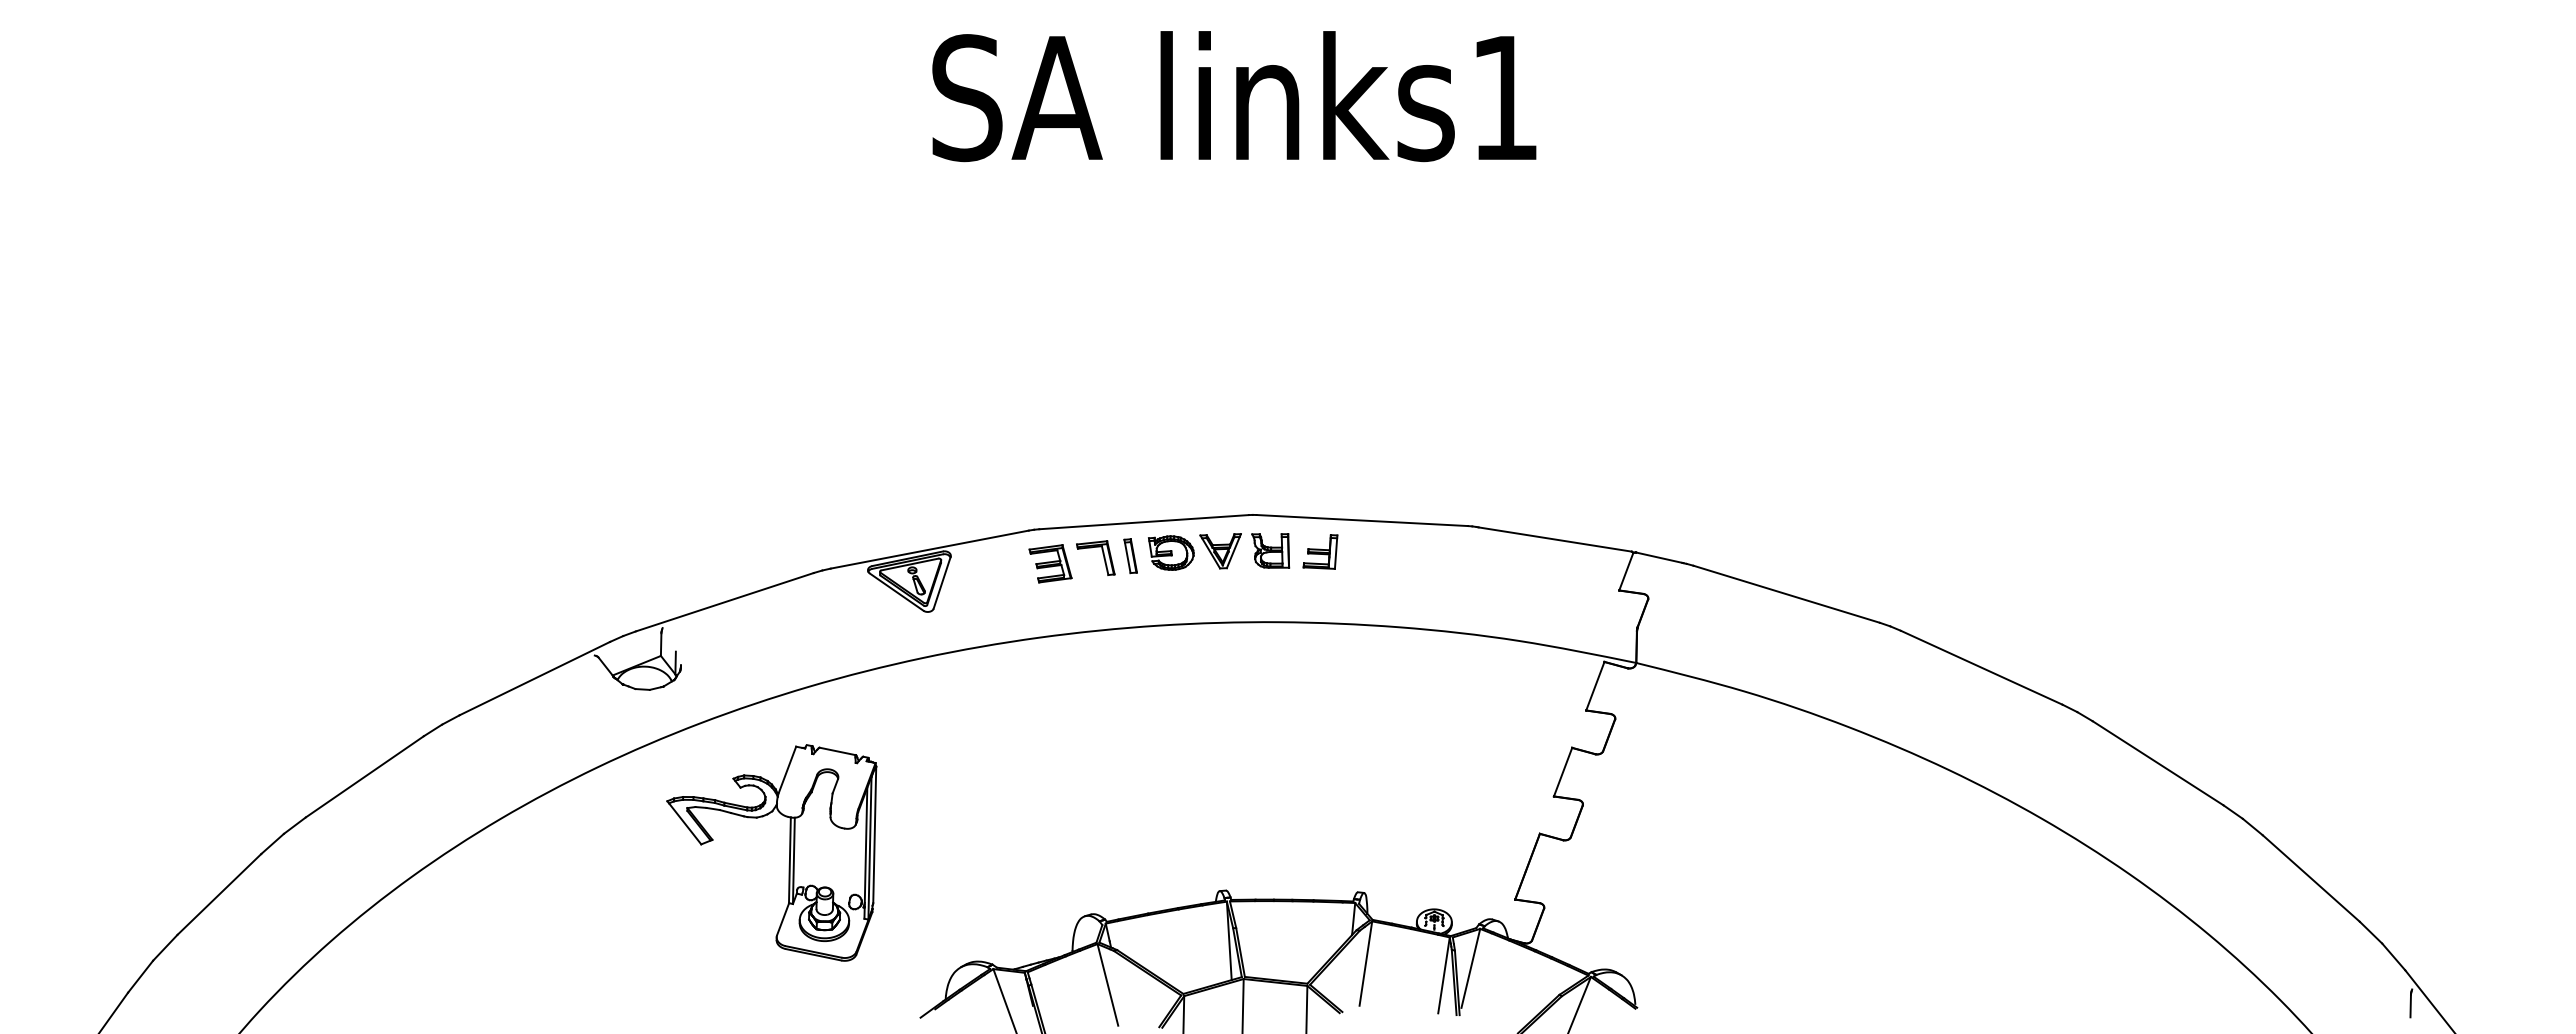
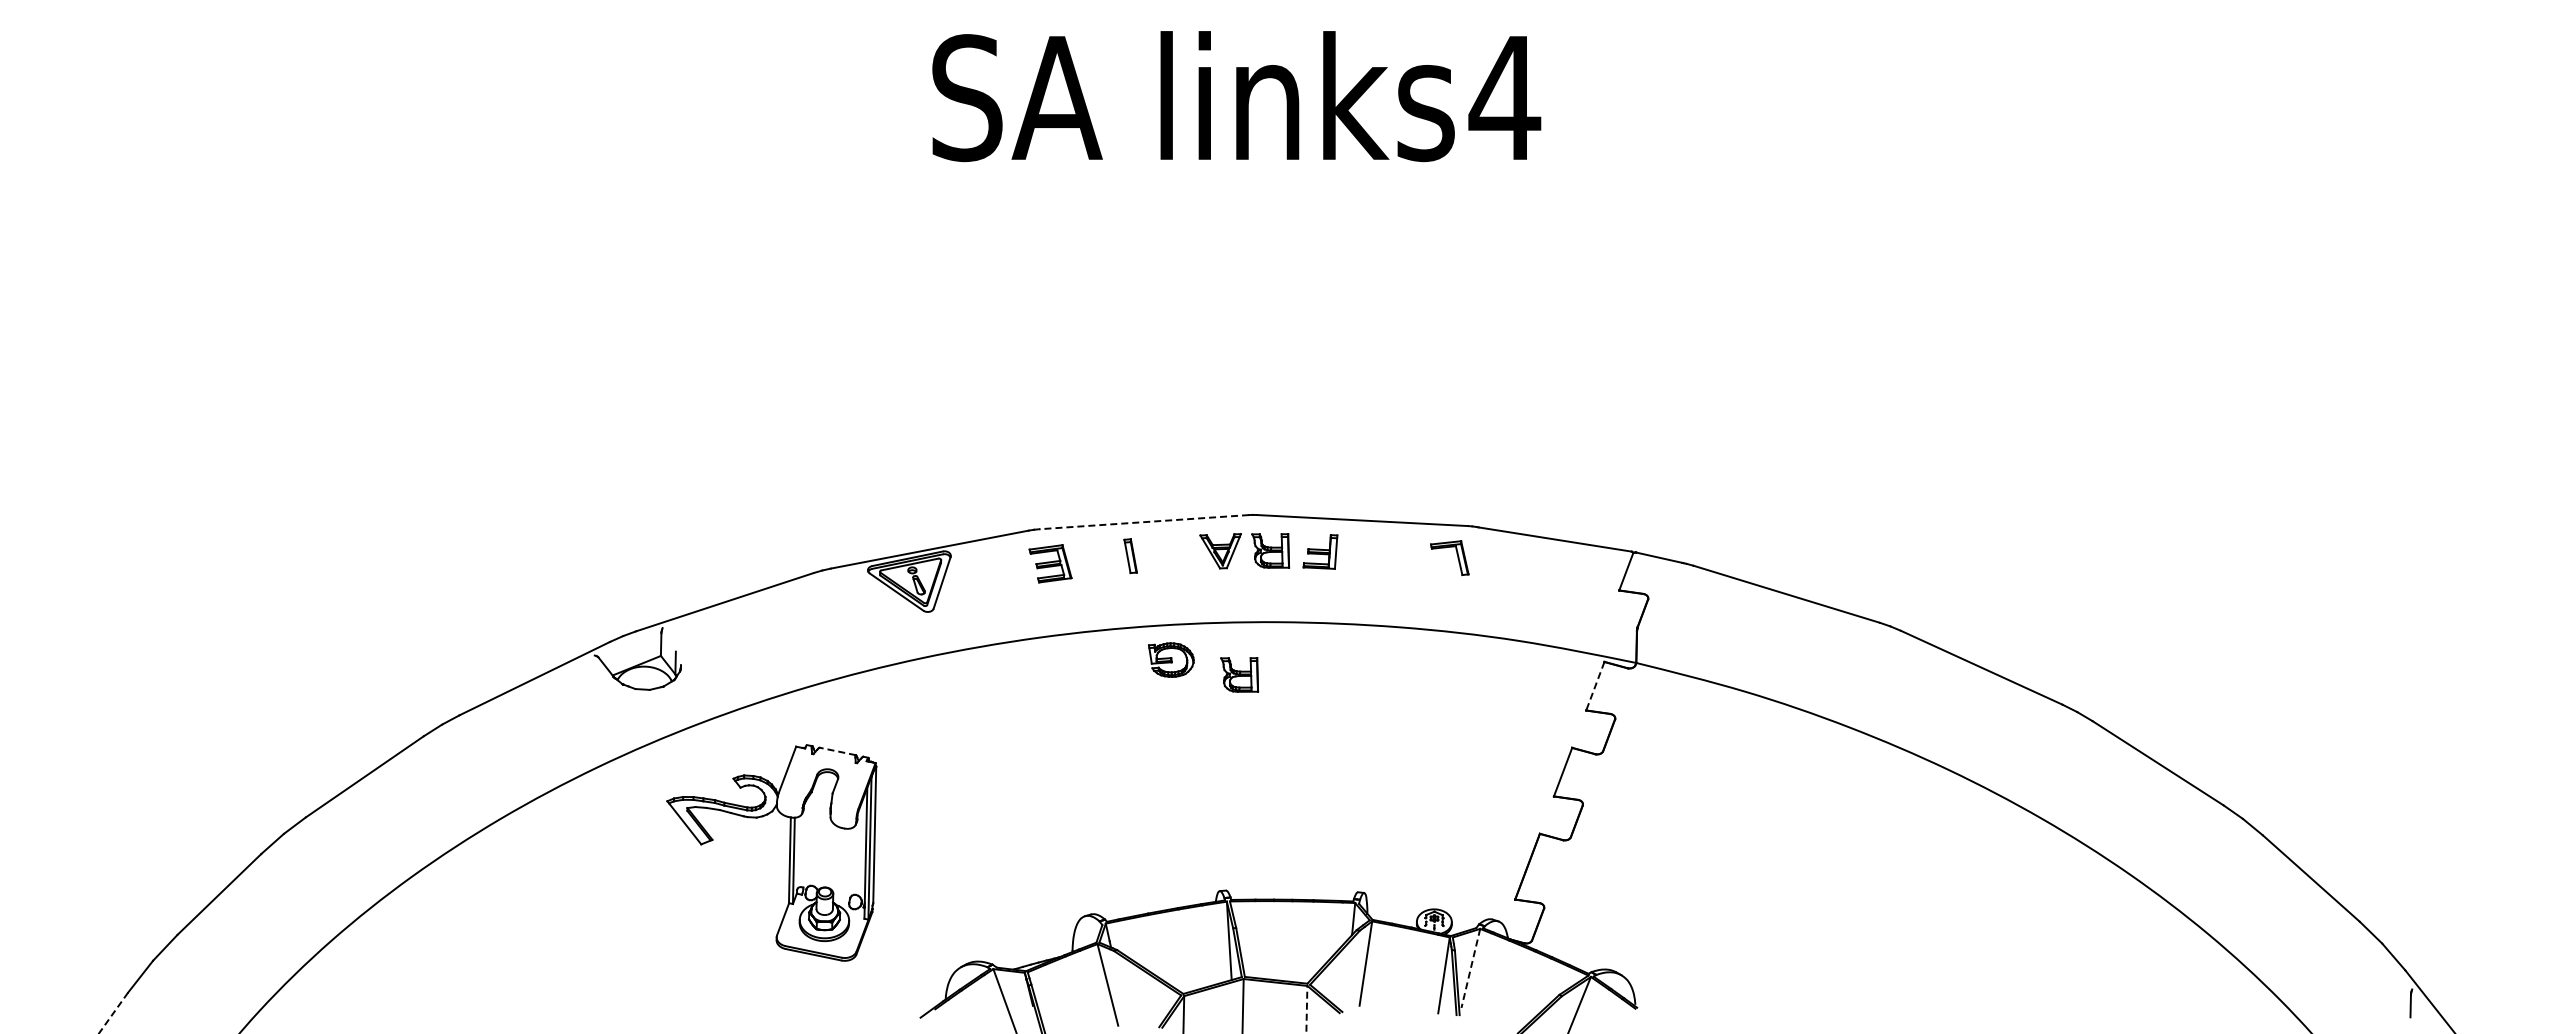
text at (1504, 97): links1 -> links4
line at (1143, 522): solid -> dashed
part at (1171, 552) position: (1171, 552) -> (1171, 659)
part at (1102, 554) position: (1102, 554) -> (1456, 554)
part at (1239, 674): none -> present
line at (1595, 686): solid -> dashed
line at (837, 751): solid -> dashed
line at (1470, 968): solid -> dashed
line at (1306, 1009): solid -> dashed
line at (113, 1013): solid -> dashed
